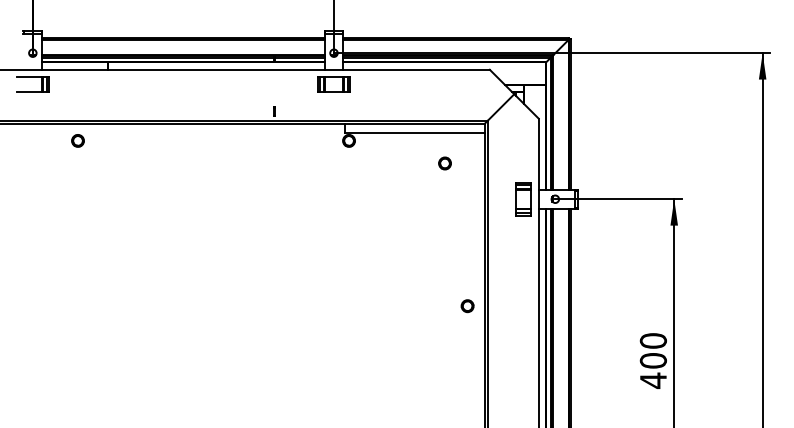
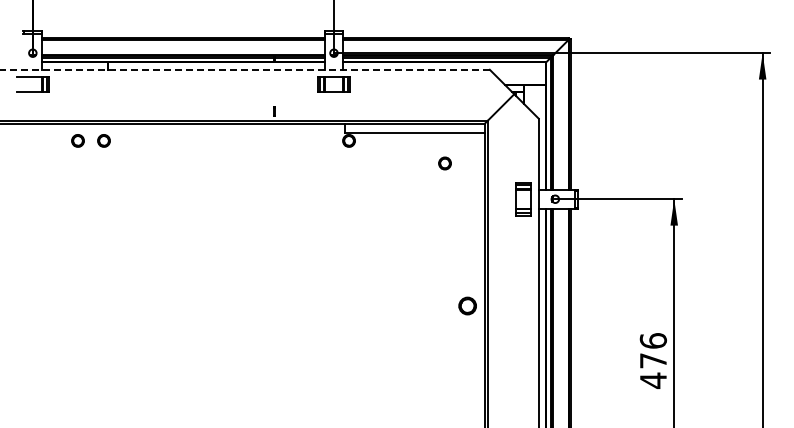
line at (244, 69): solid -> dashed
circle at (103, 140): none -> present
circle at (467, 306) size: 15x15 px -> 19x20 px
text at (652, 350): 400 -> 476
